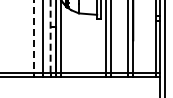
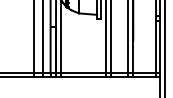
line at (34, 37): dashed -> solid
line at (50, 37): dashed -> solid
